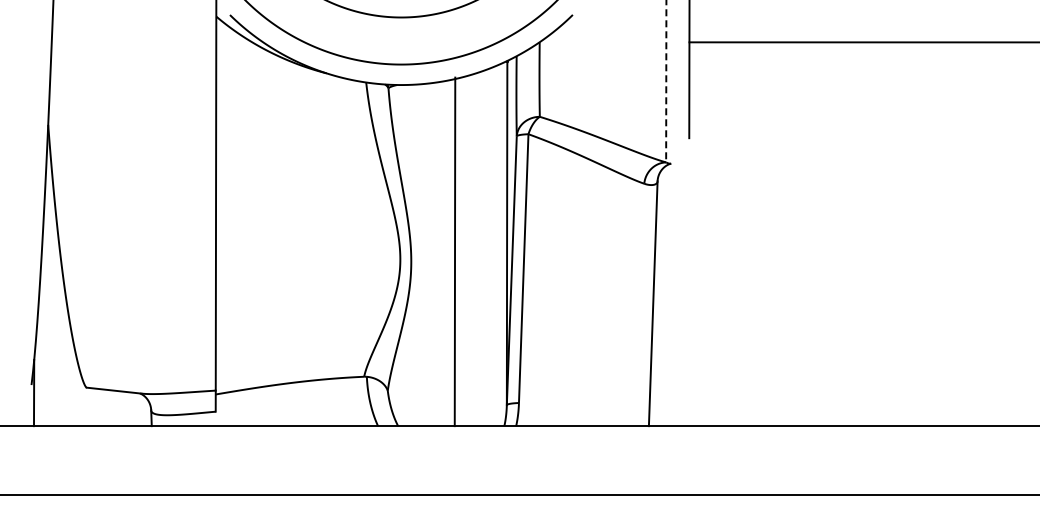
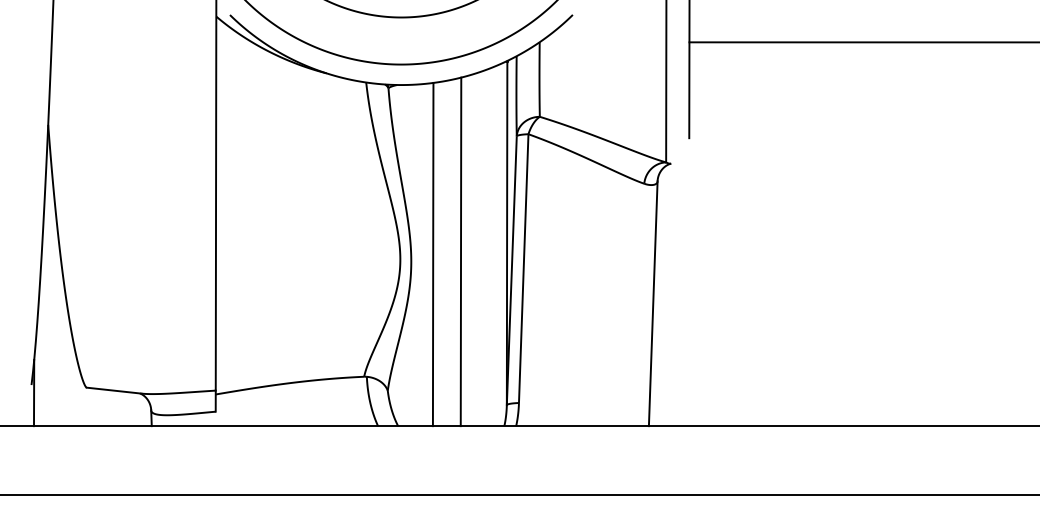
line at (666, 81): dashed -> solid
line at (454, 251) position: (454, 251) -> (460, 251)
line at (432, 254): none -> present
